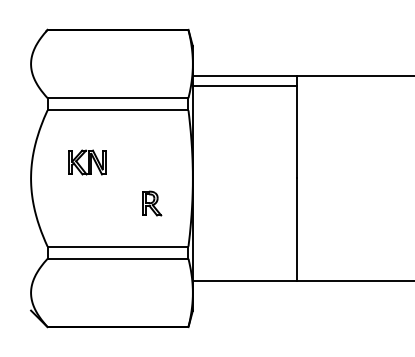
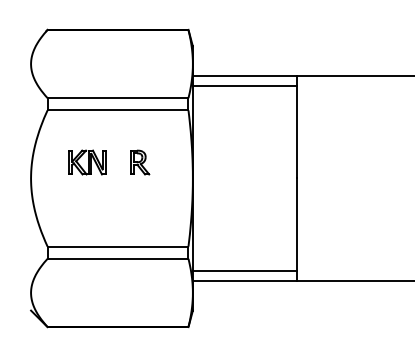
part at (152, 203) position: (152, 203) -> (140, 162)
line at (244, 271): none -> present
